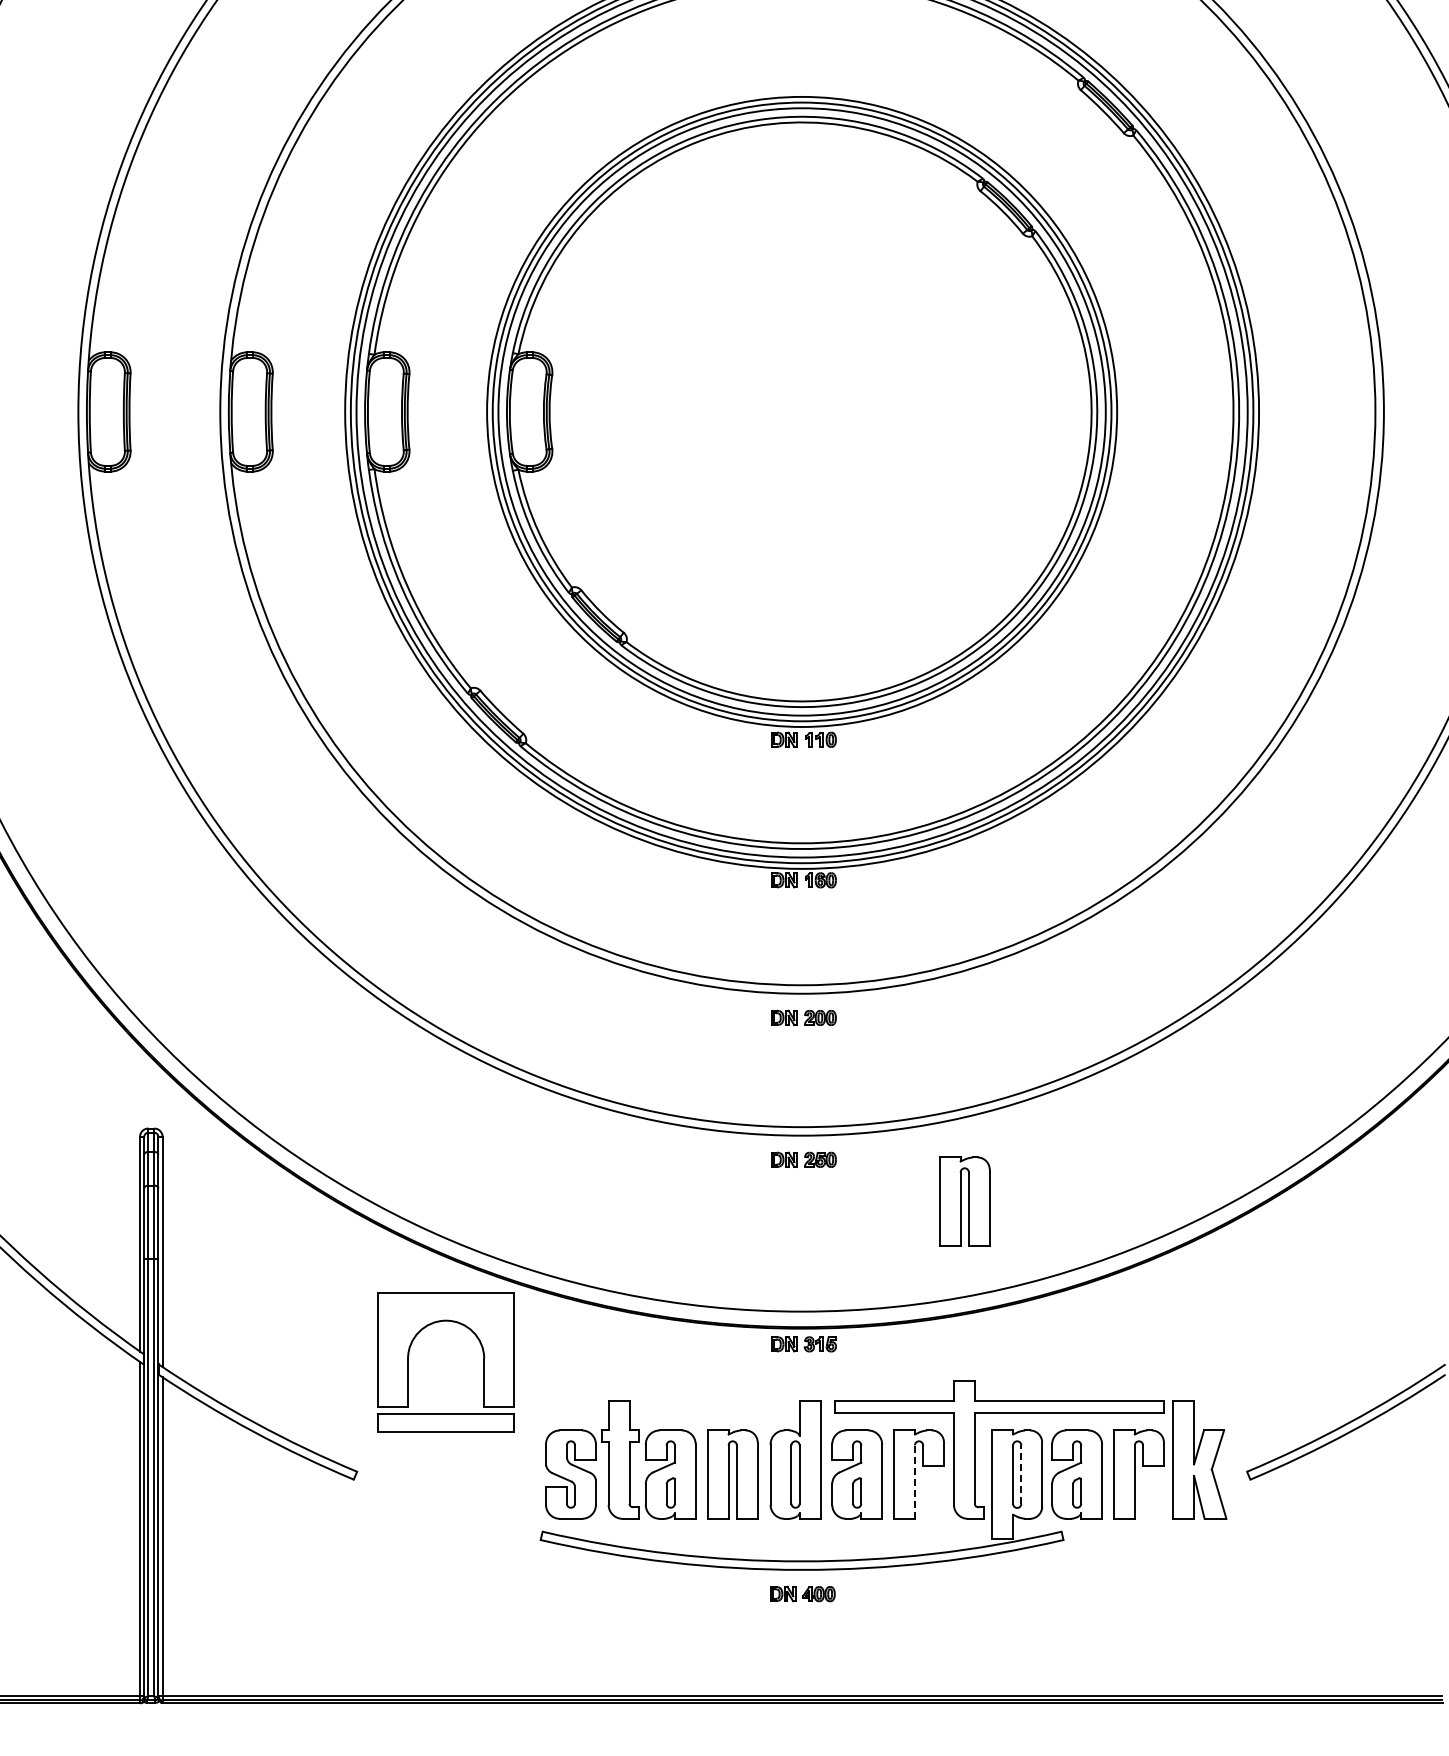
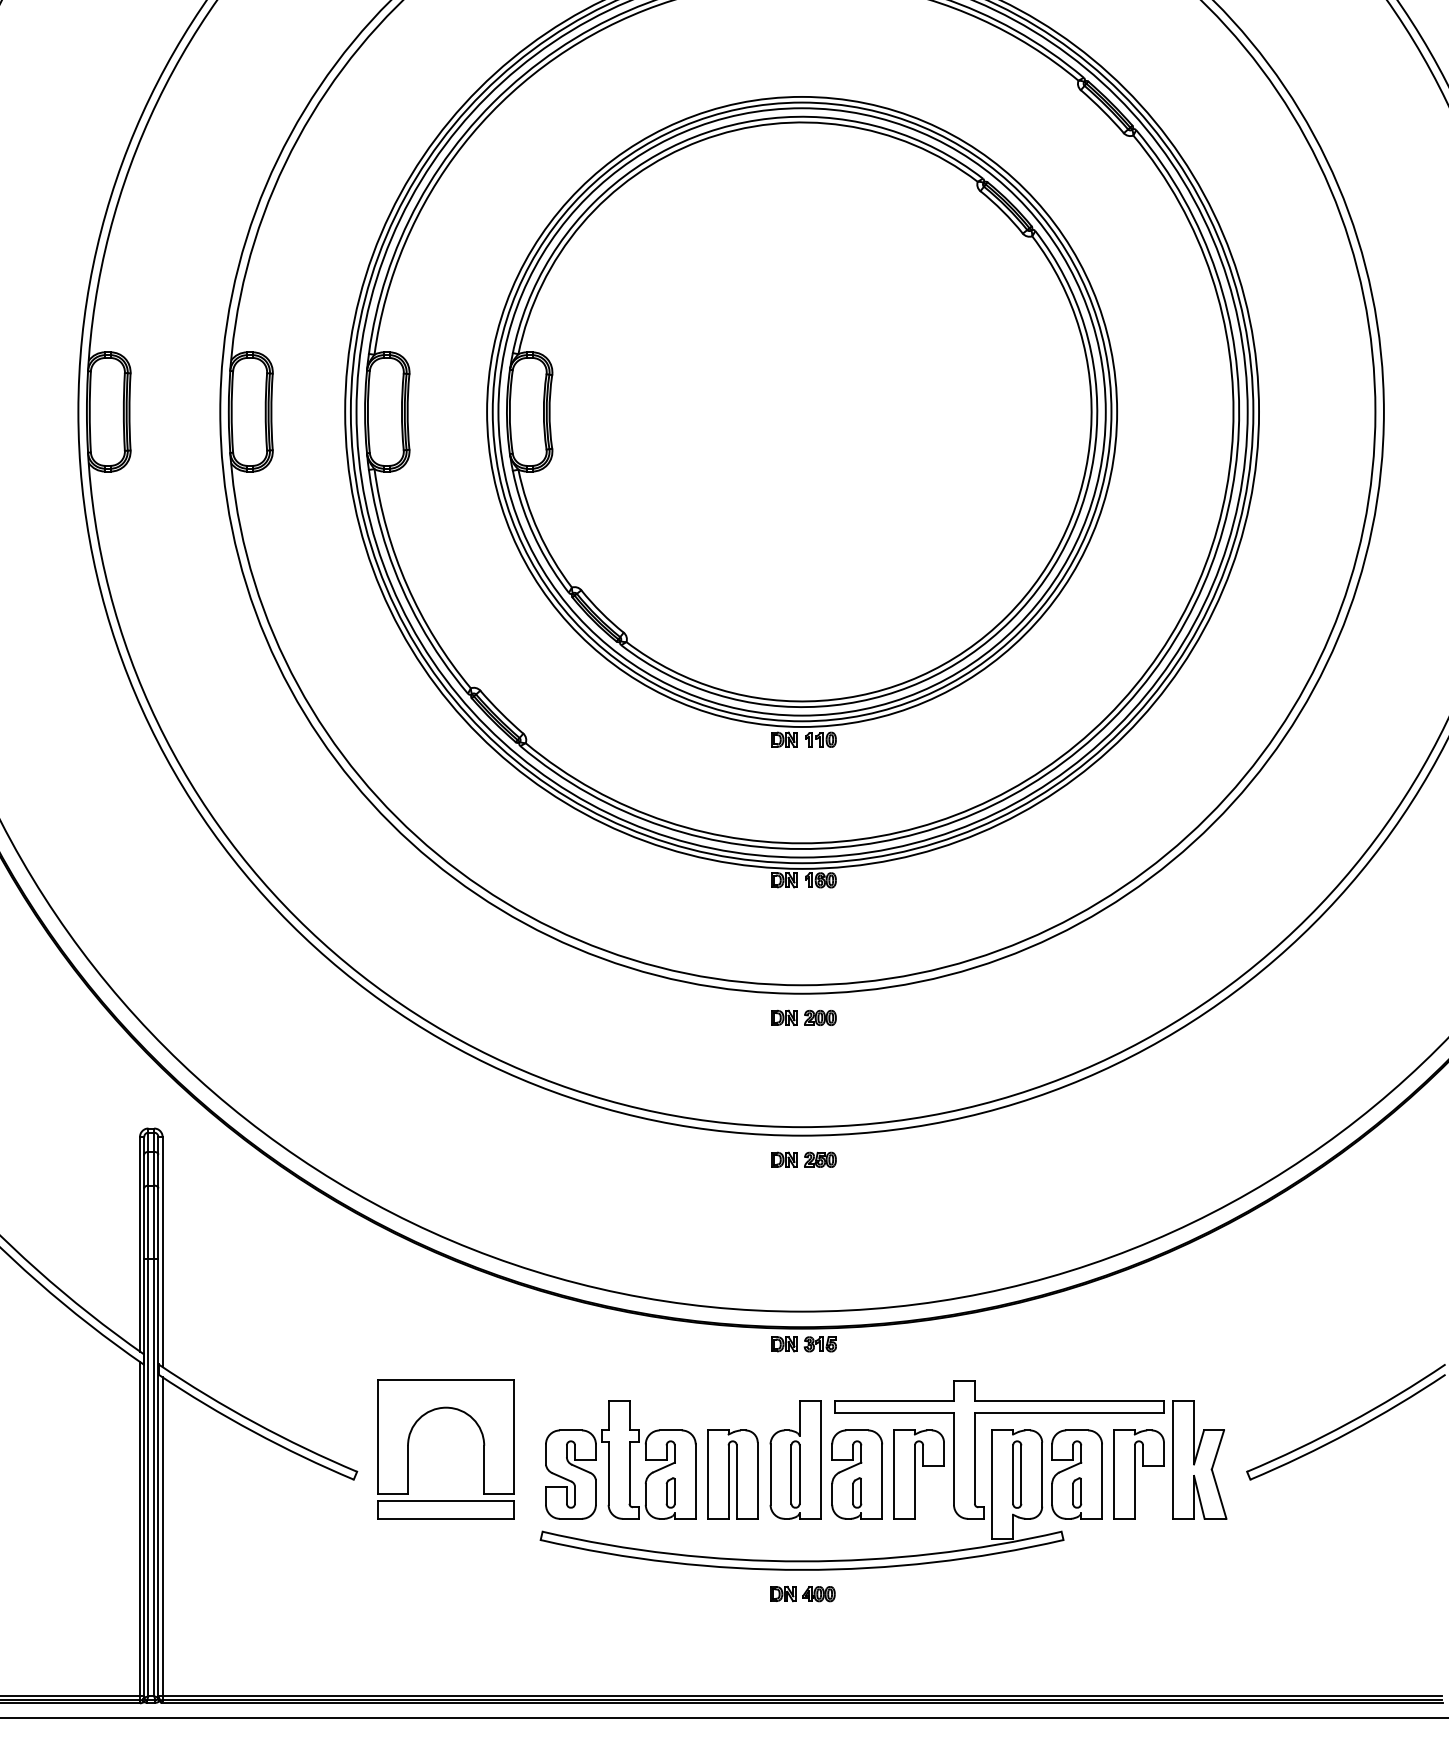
part at (964, 1201): present -> none
part at (409, 1355) position: (409, 1355) -> (409, 1442)
line at (1021, 1474): dashed -> solid
line at (914, 1482): dashed -> solid
line at (723, 1717): none -> present
